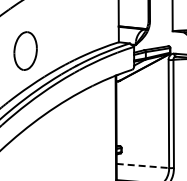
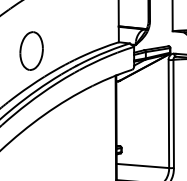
part at (25, 50) position: (25, 50) -> (31, 50)
line at (143, 166): dashed -> solid
